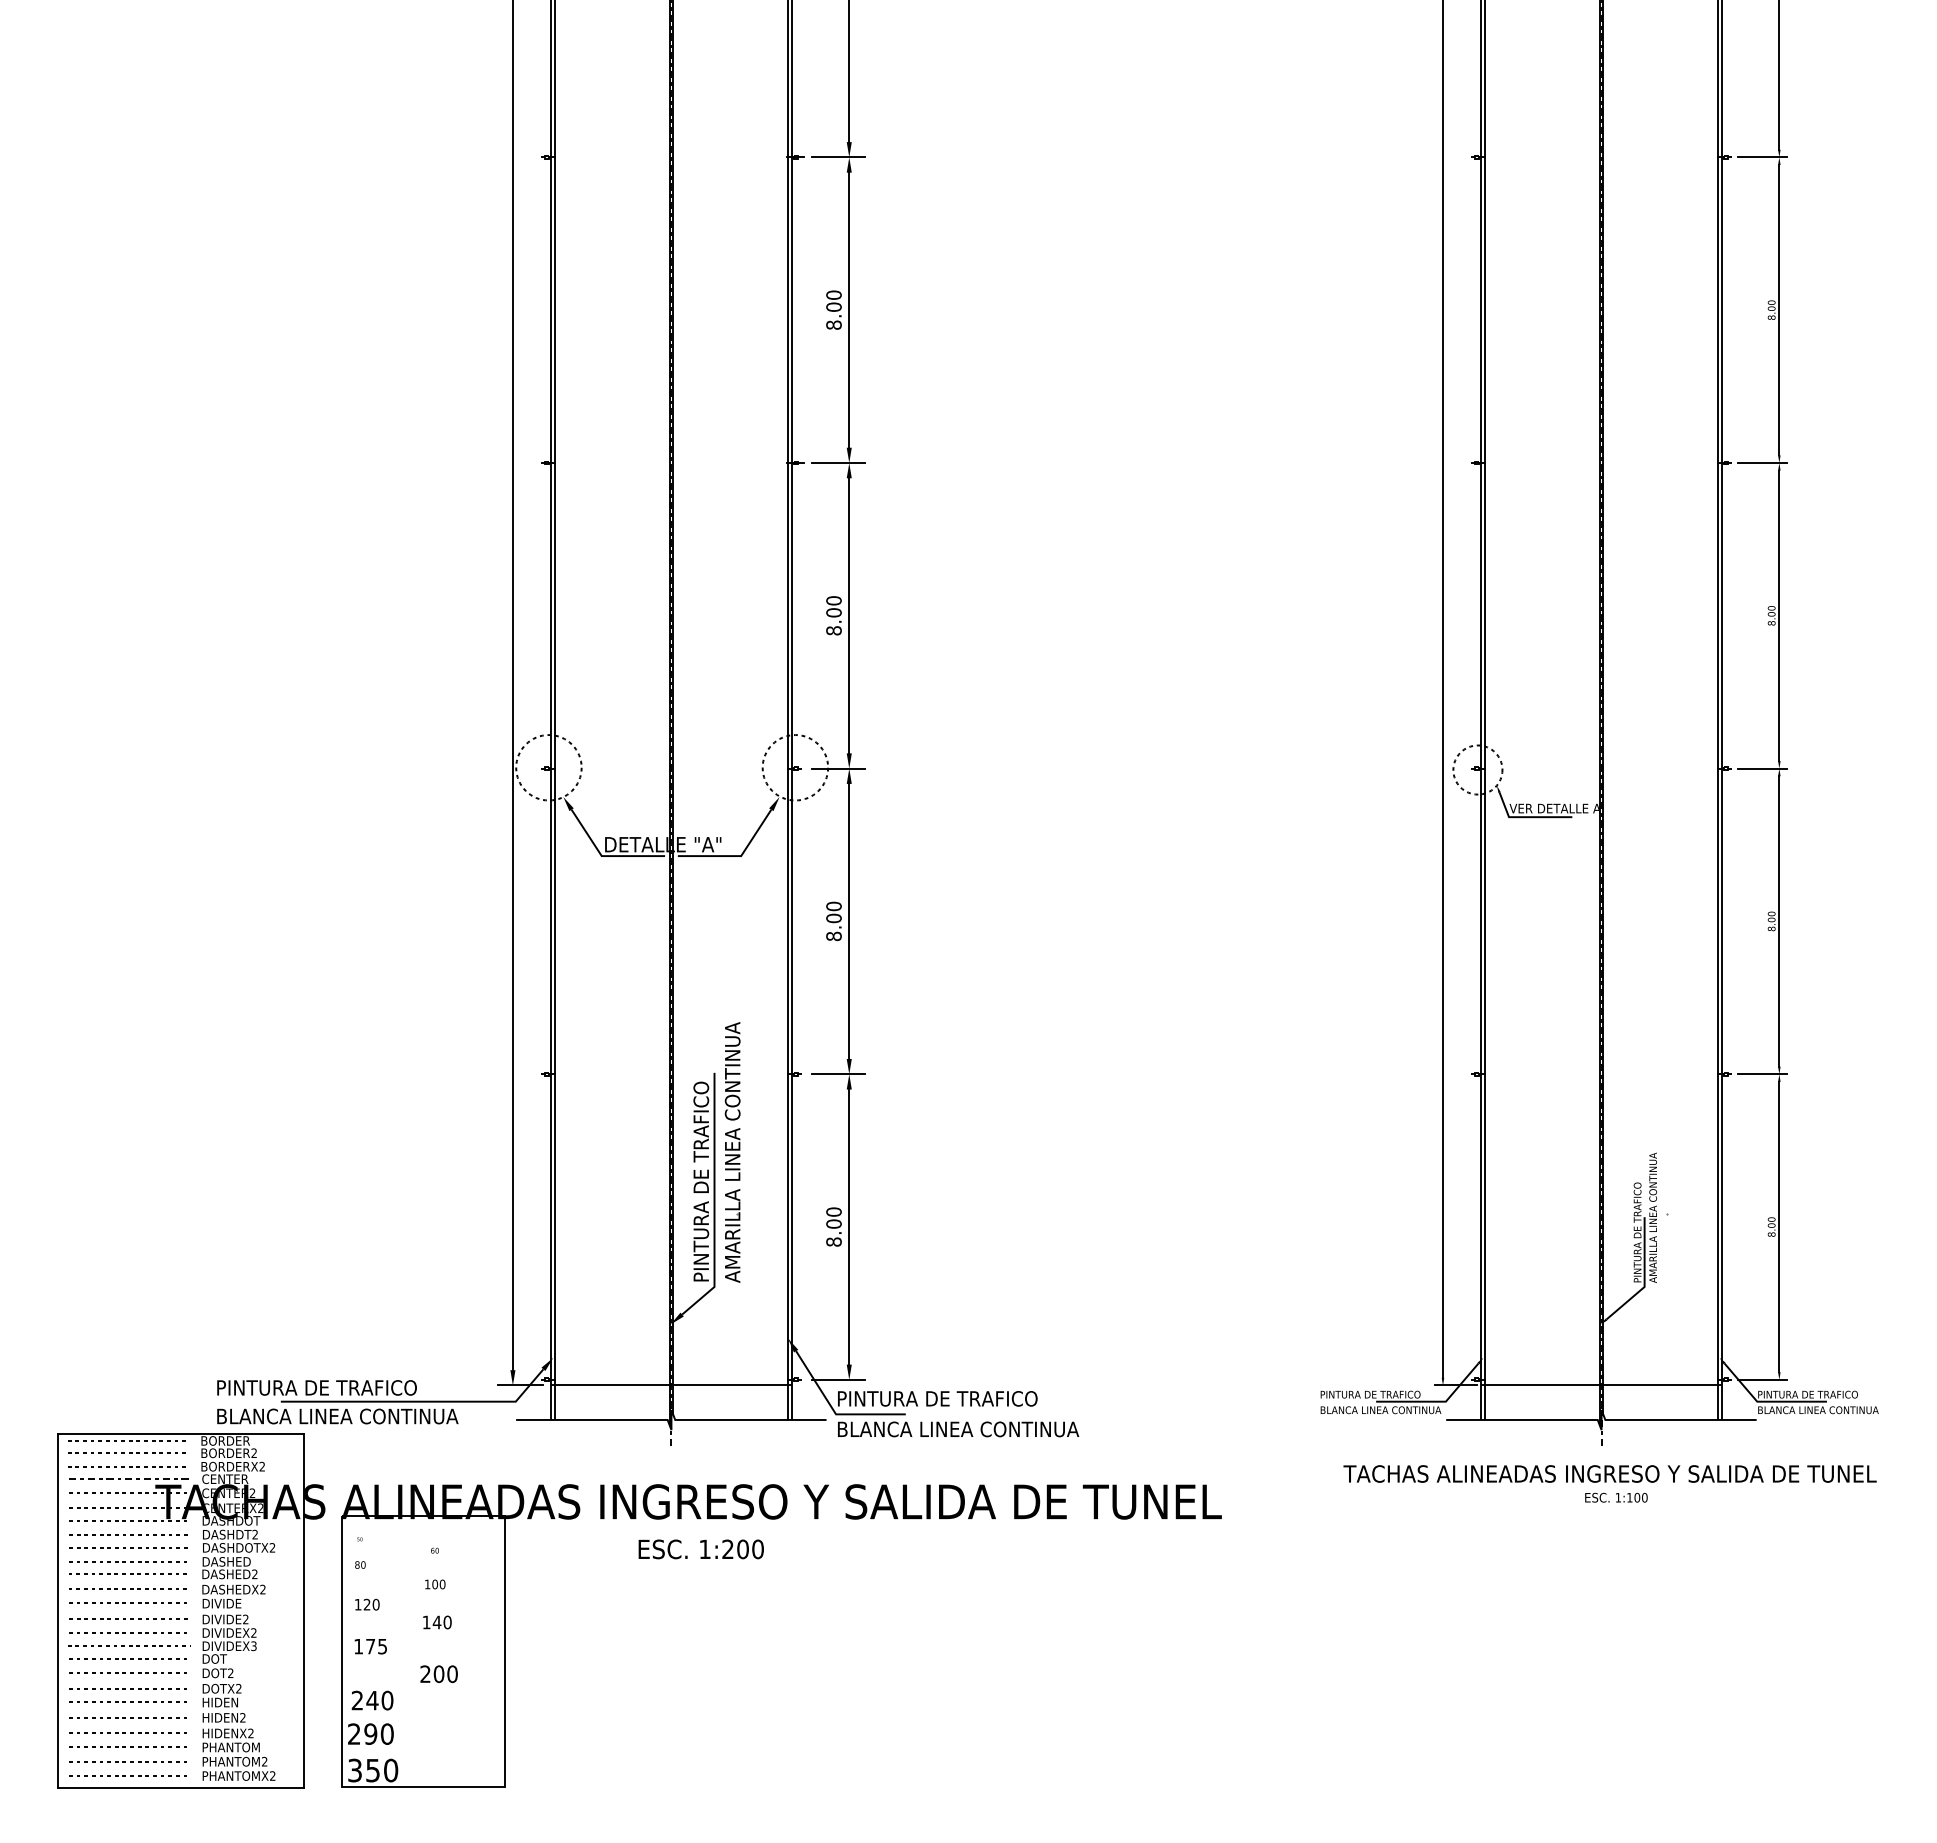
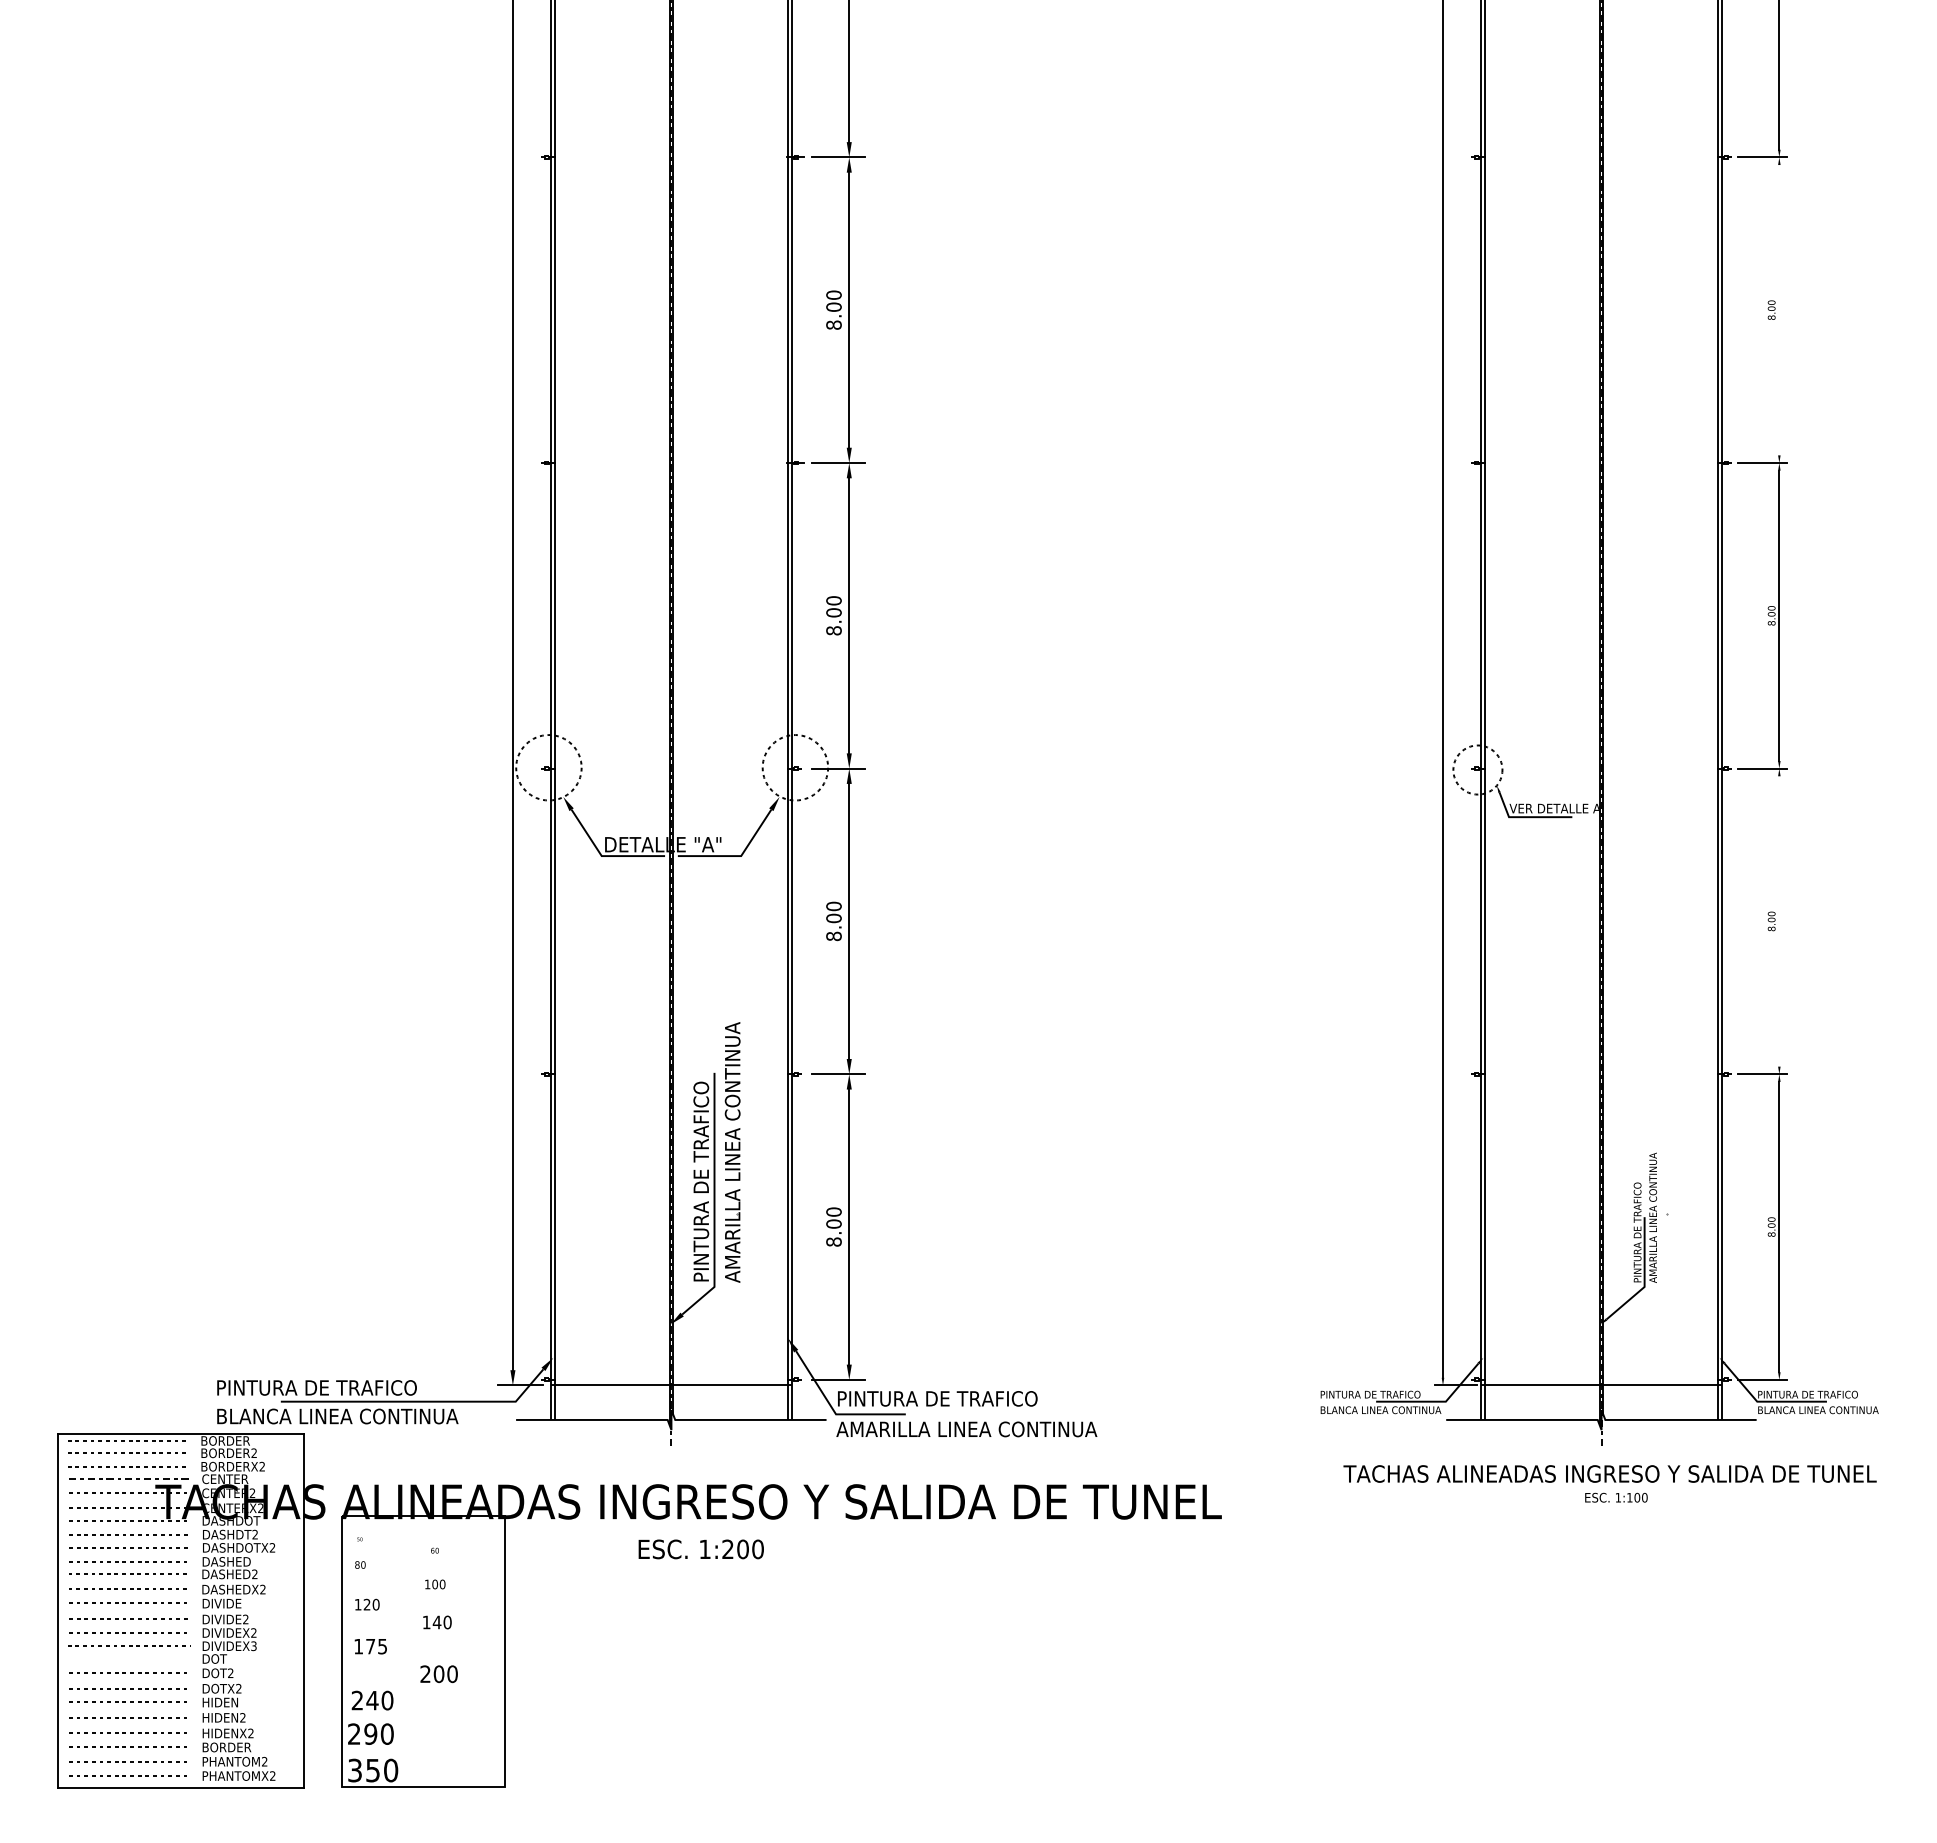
line at (1779, 310): present -> none
line at (1779, 921): present -> none
text at (966, 1429): BLANCA LINEA CONTINUA -> AMARILLA LINEA CONTINUA
line at (125, 1658): present -> none
text at (231, 1747): PHANTOM -> BORDER
